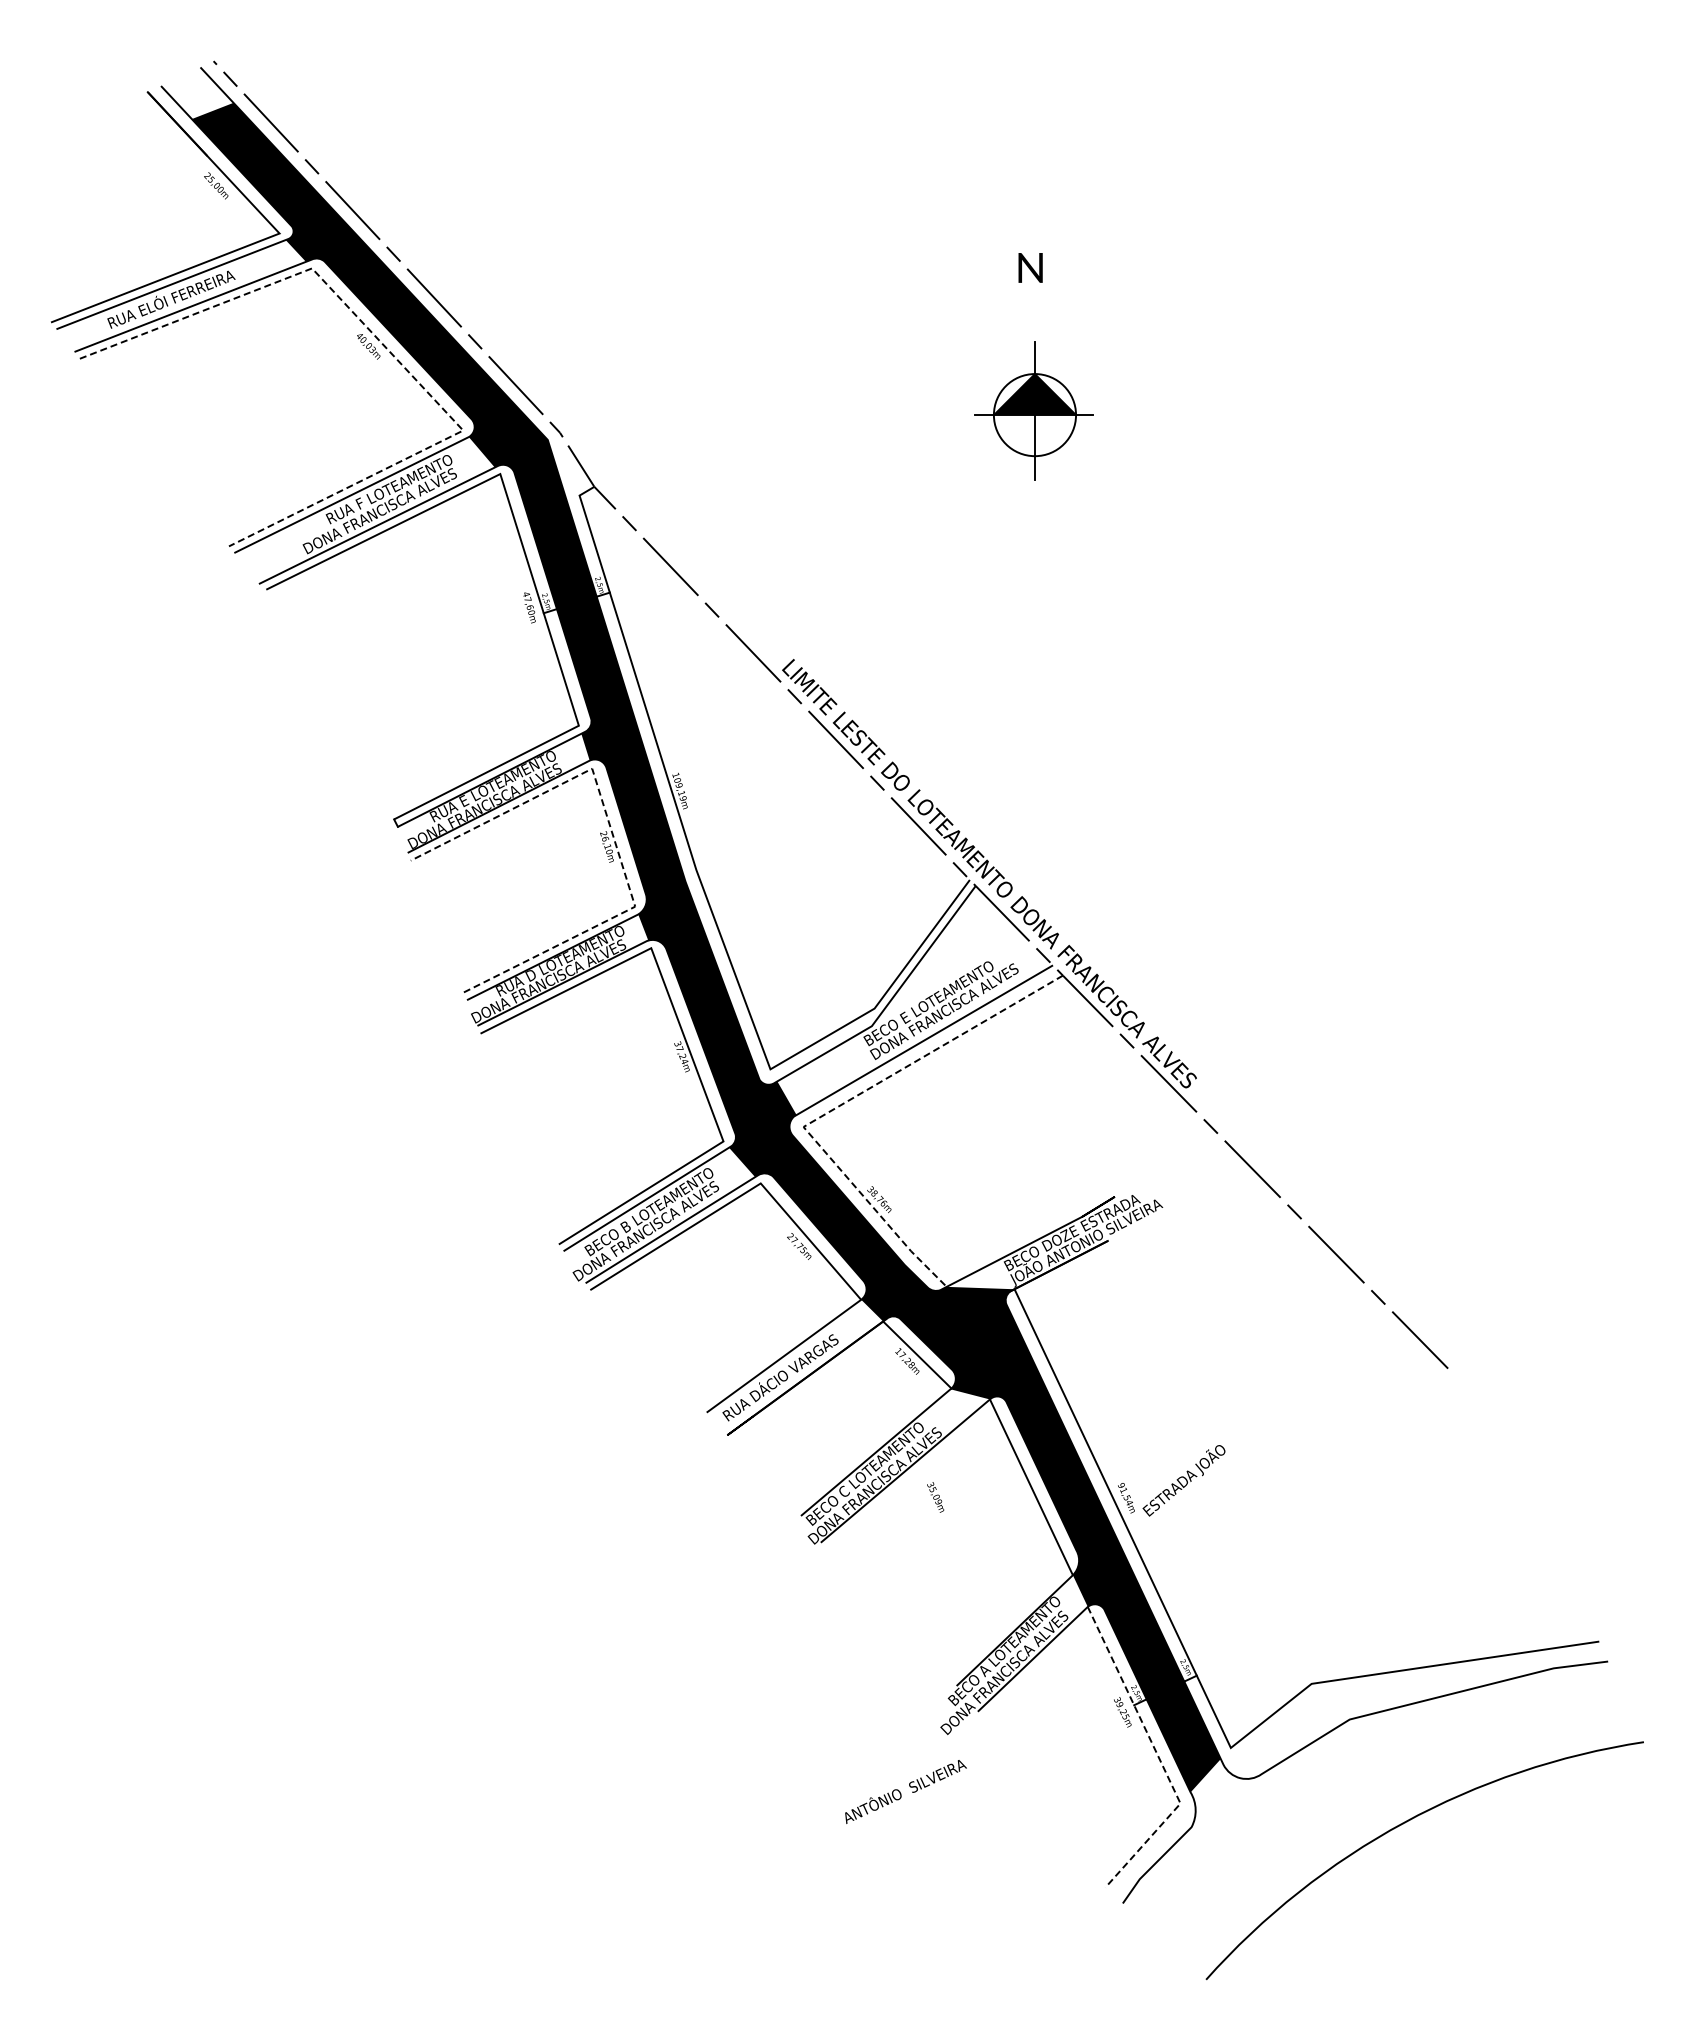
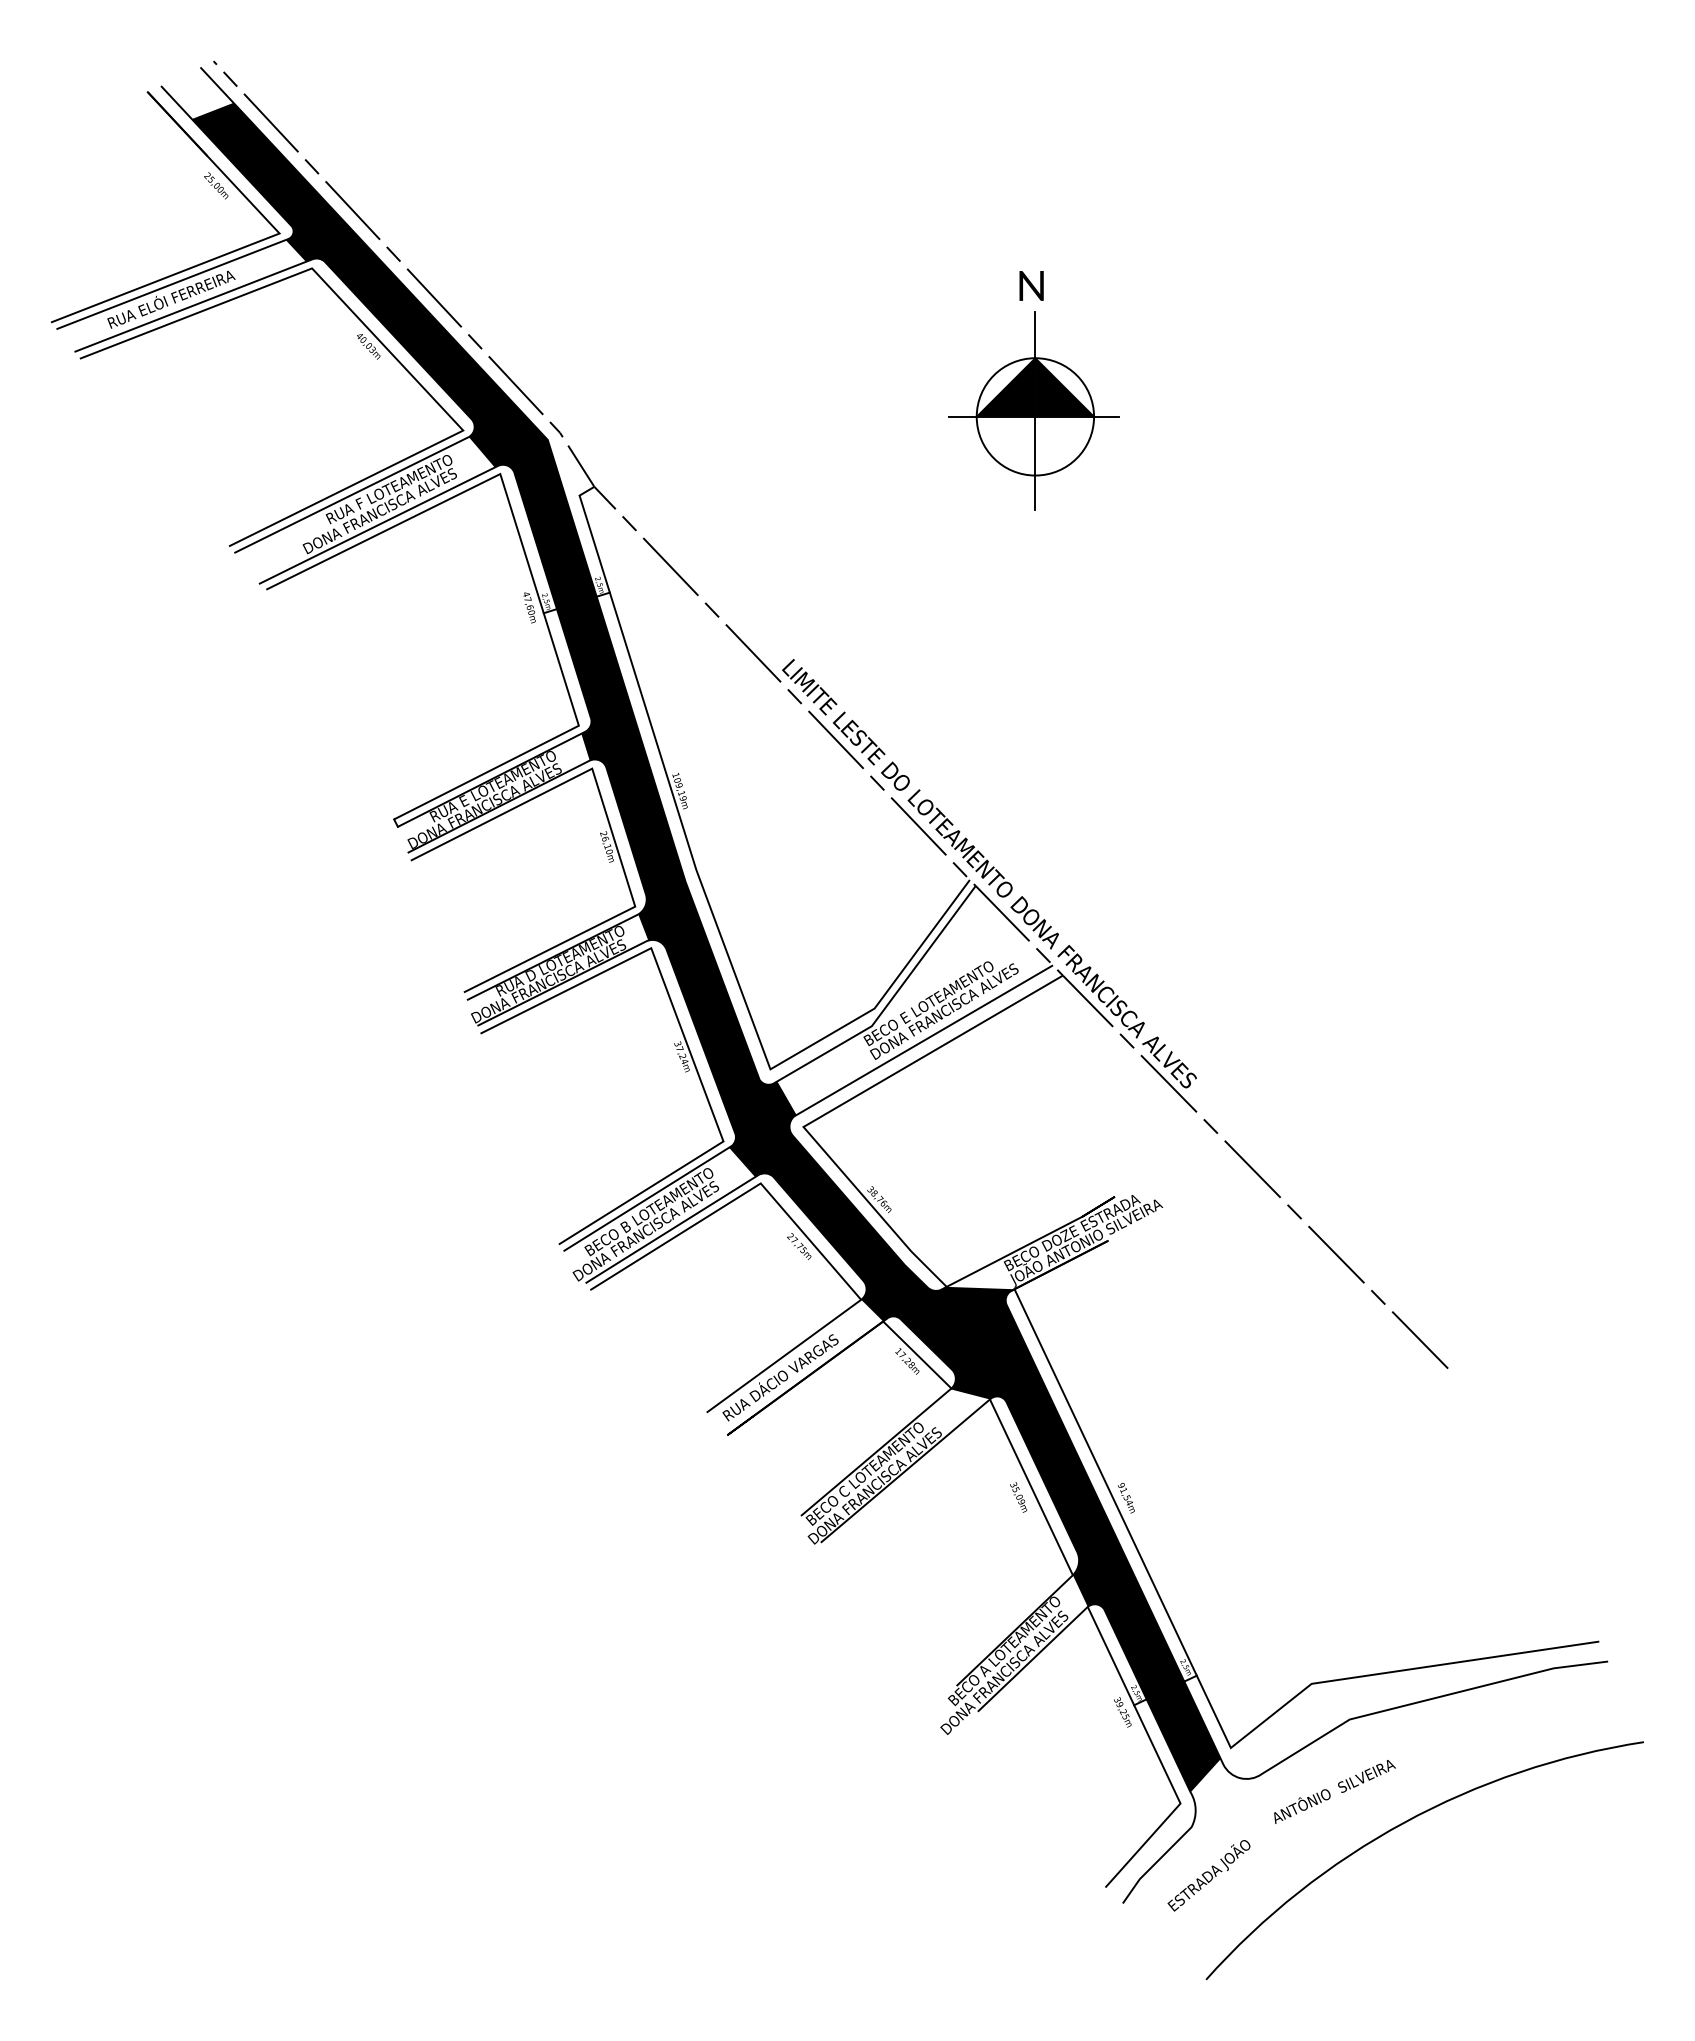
text at (1030, 267) position: (1030, 267) -> (1031, 285)
line at (391, 353): dashed -> solid
part at (1033, 410) size: 120x140 px -> 172x200 px
line at (611, 831): dashed -> solid
line at (838, 1106): dashed -> solid
text at (1183, 1480) position: (1183, 1480) -> (1208, 1875)
text at (935, 1497) position: (935, 1497) -> (1018, 1497)
line at (1158, 1756): dashed -> solid
text at (905, 1791) position: (905, 1791) -> (1334, 1791)
